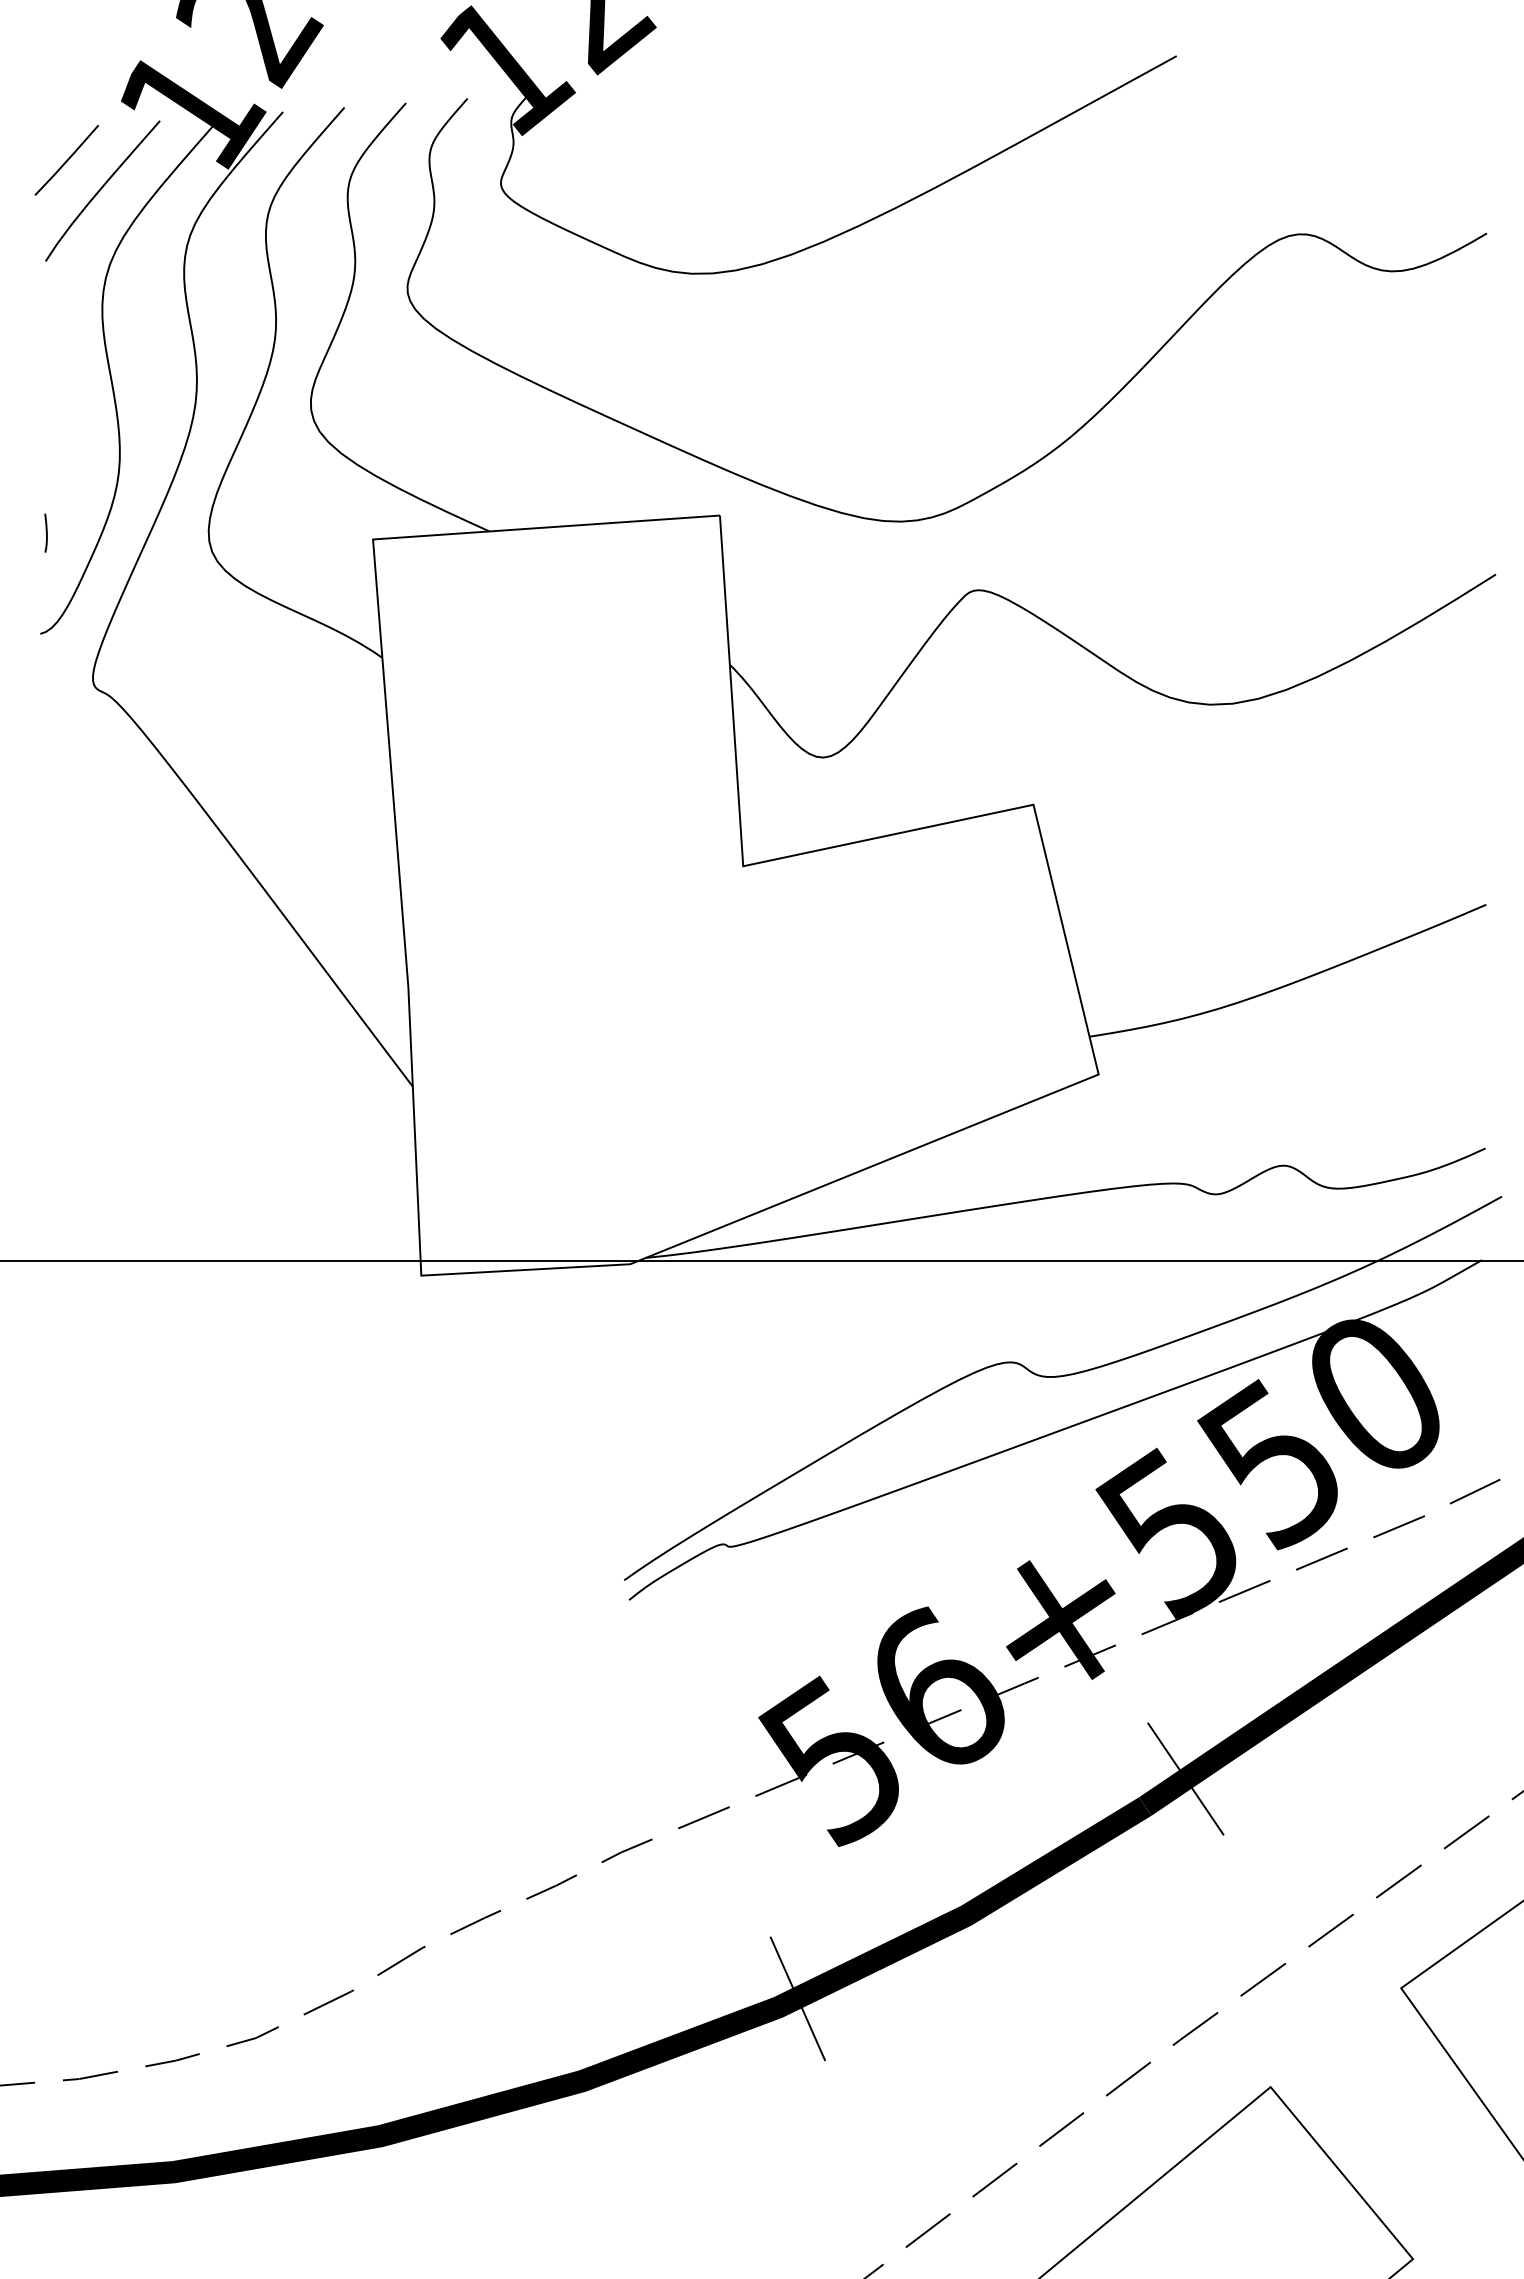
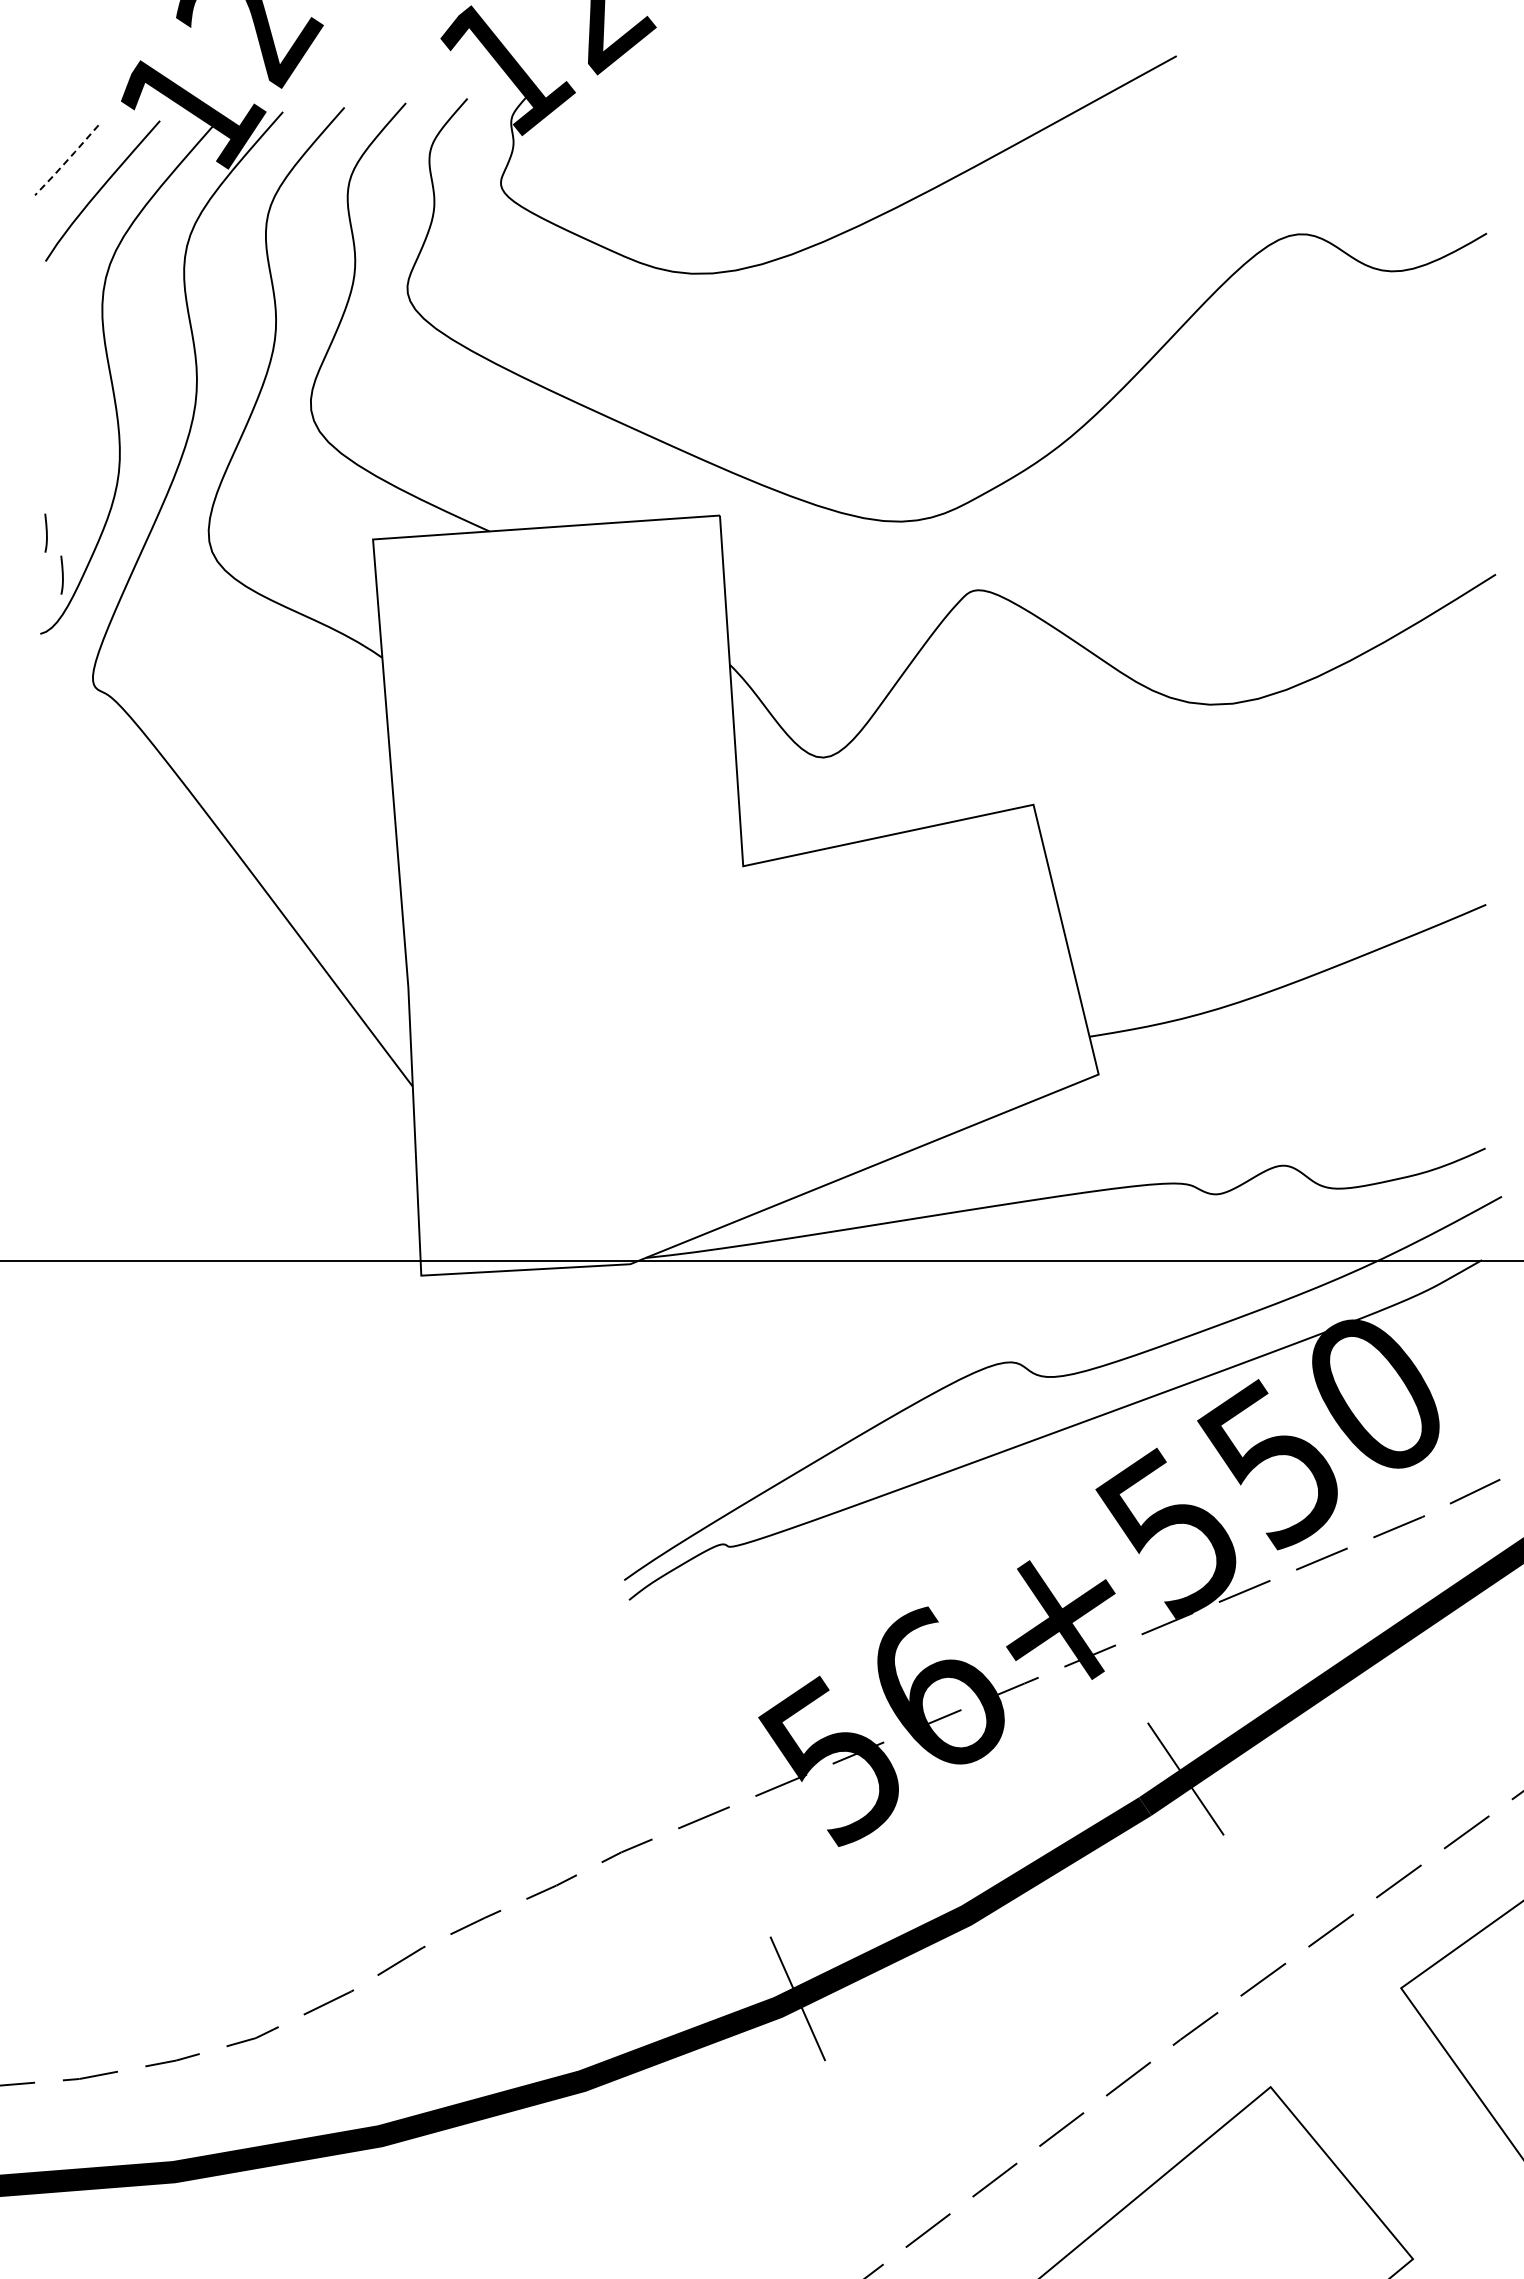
line at (67, 160): solid -> dashed
curve at (61, 573): none -> present
